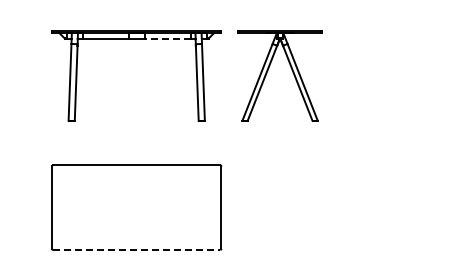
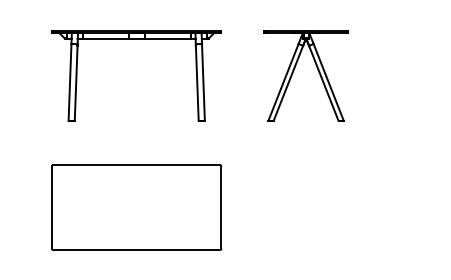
line at (167, 38): dashed -> solid
part at (268, 71) position: (268, 71) -> (294, 71)
line at (136, 249): dashed -> solid
